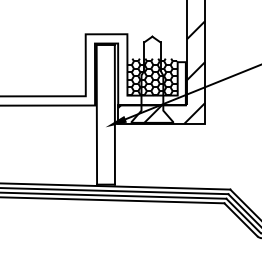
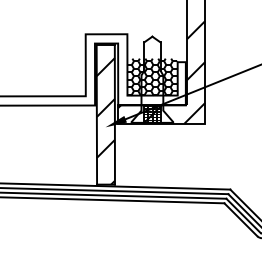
hatch at (152, 113): none -> present
hatch at (105, 121): none -> present
